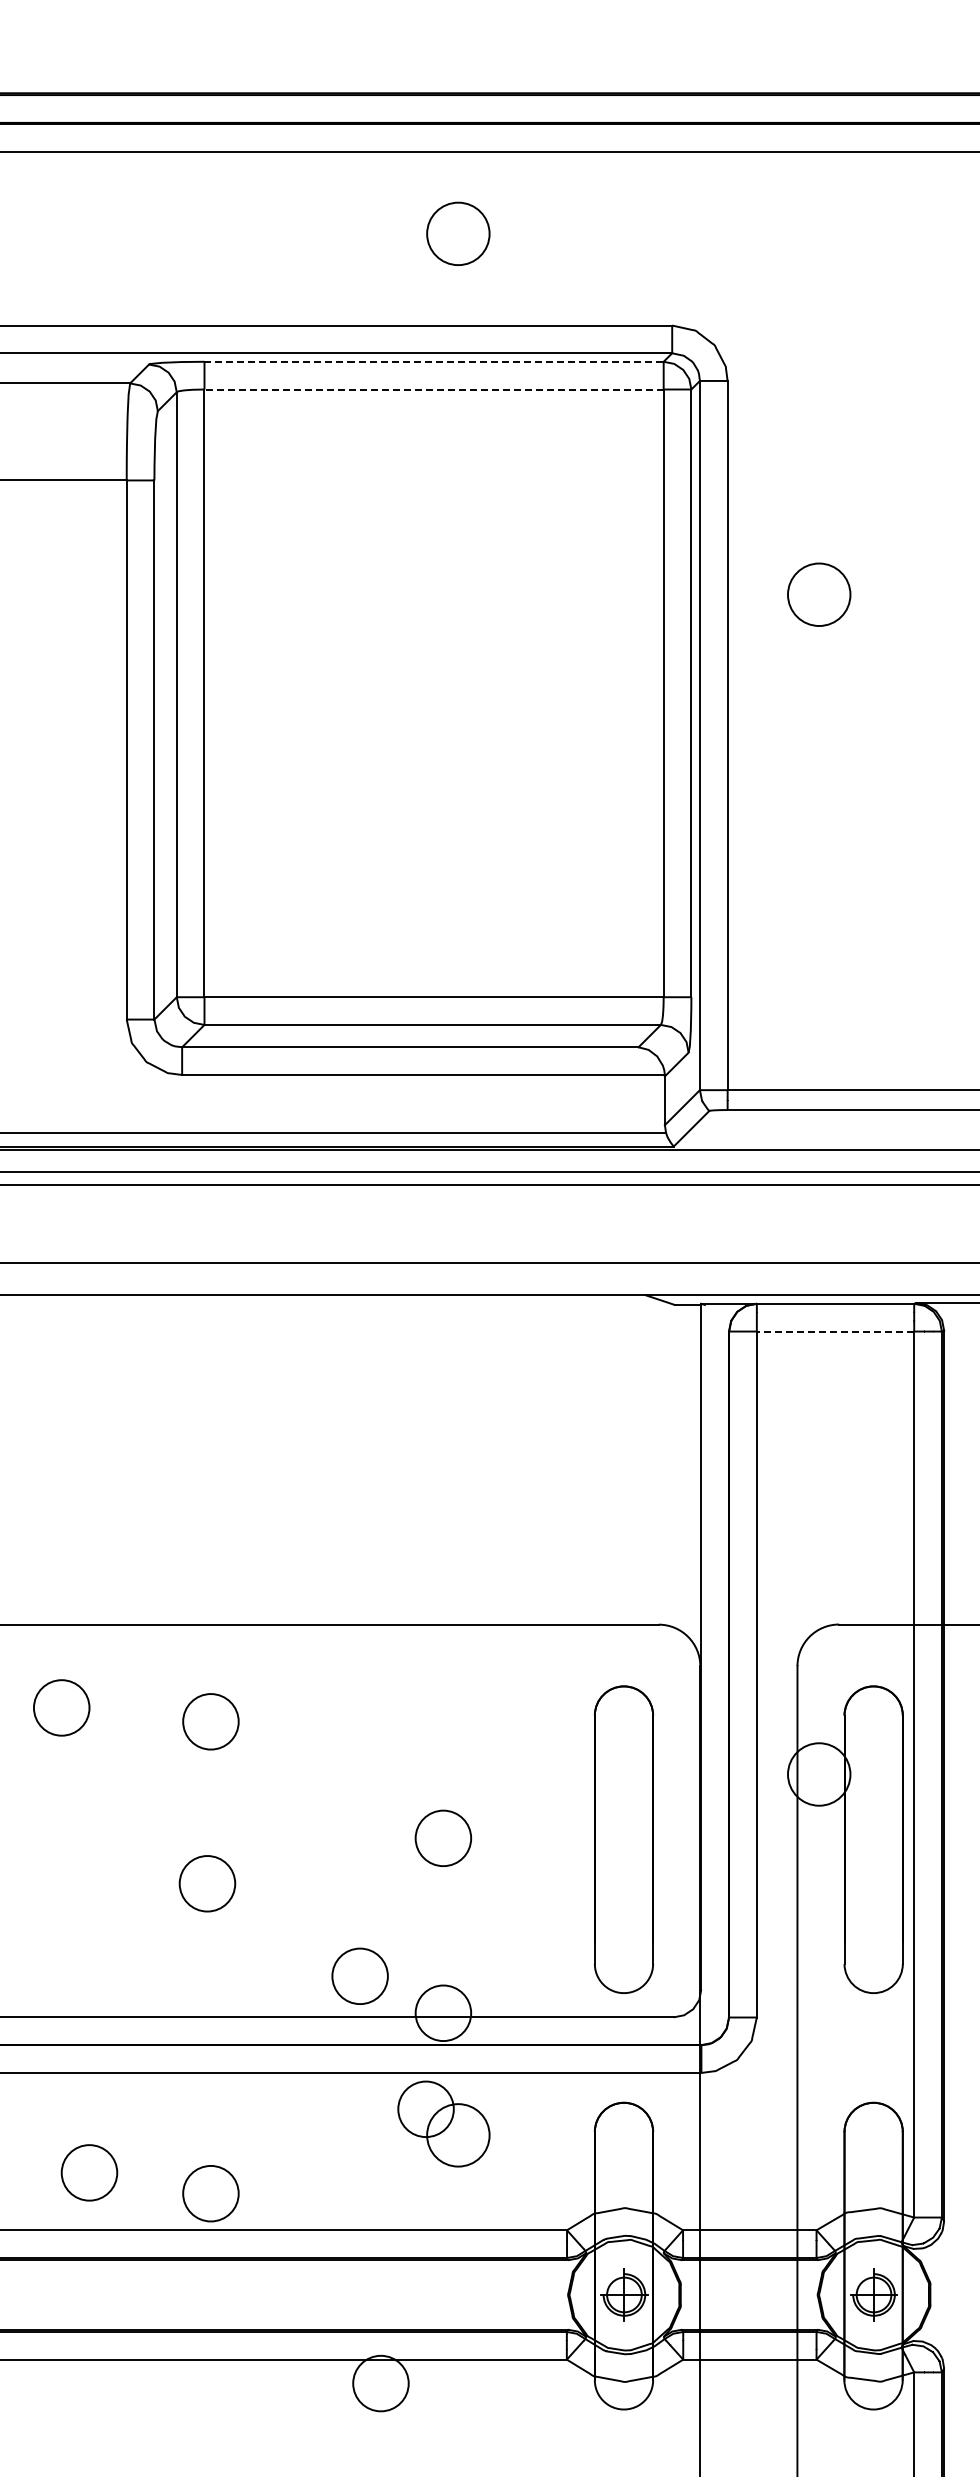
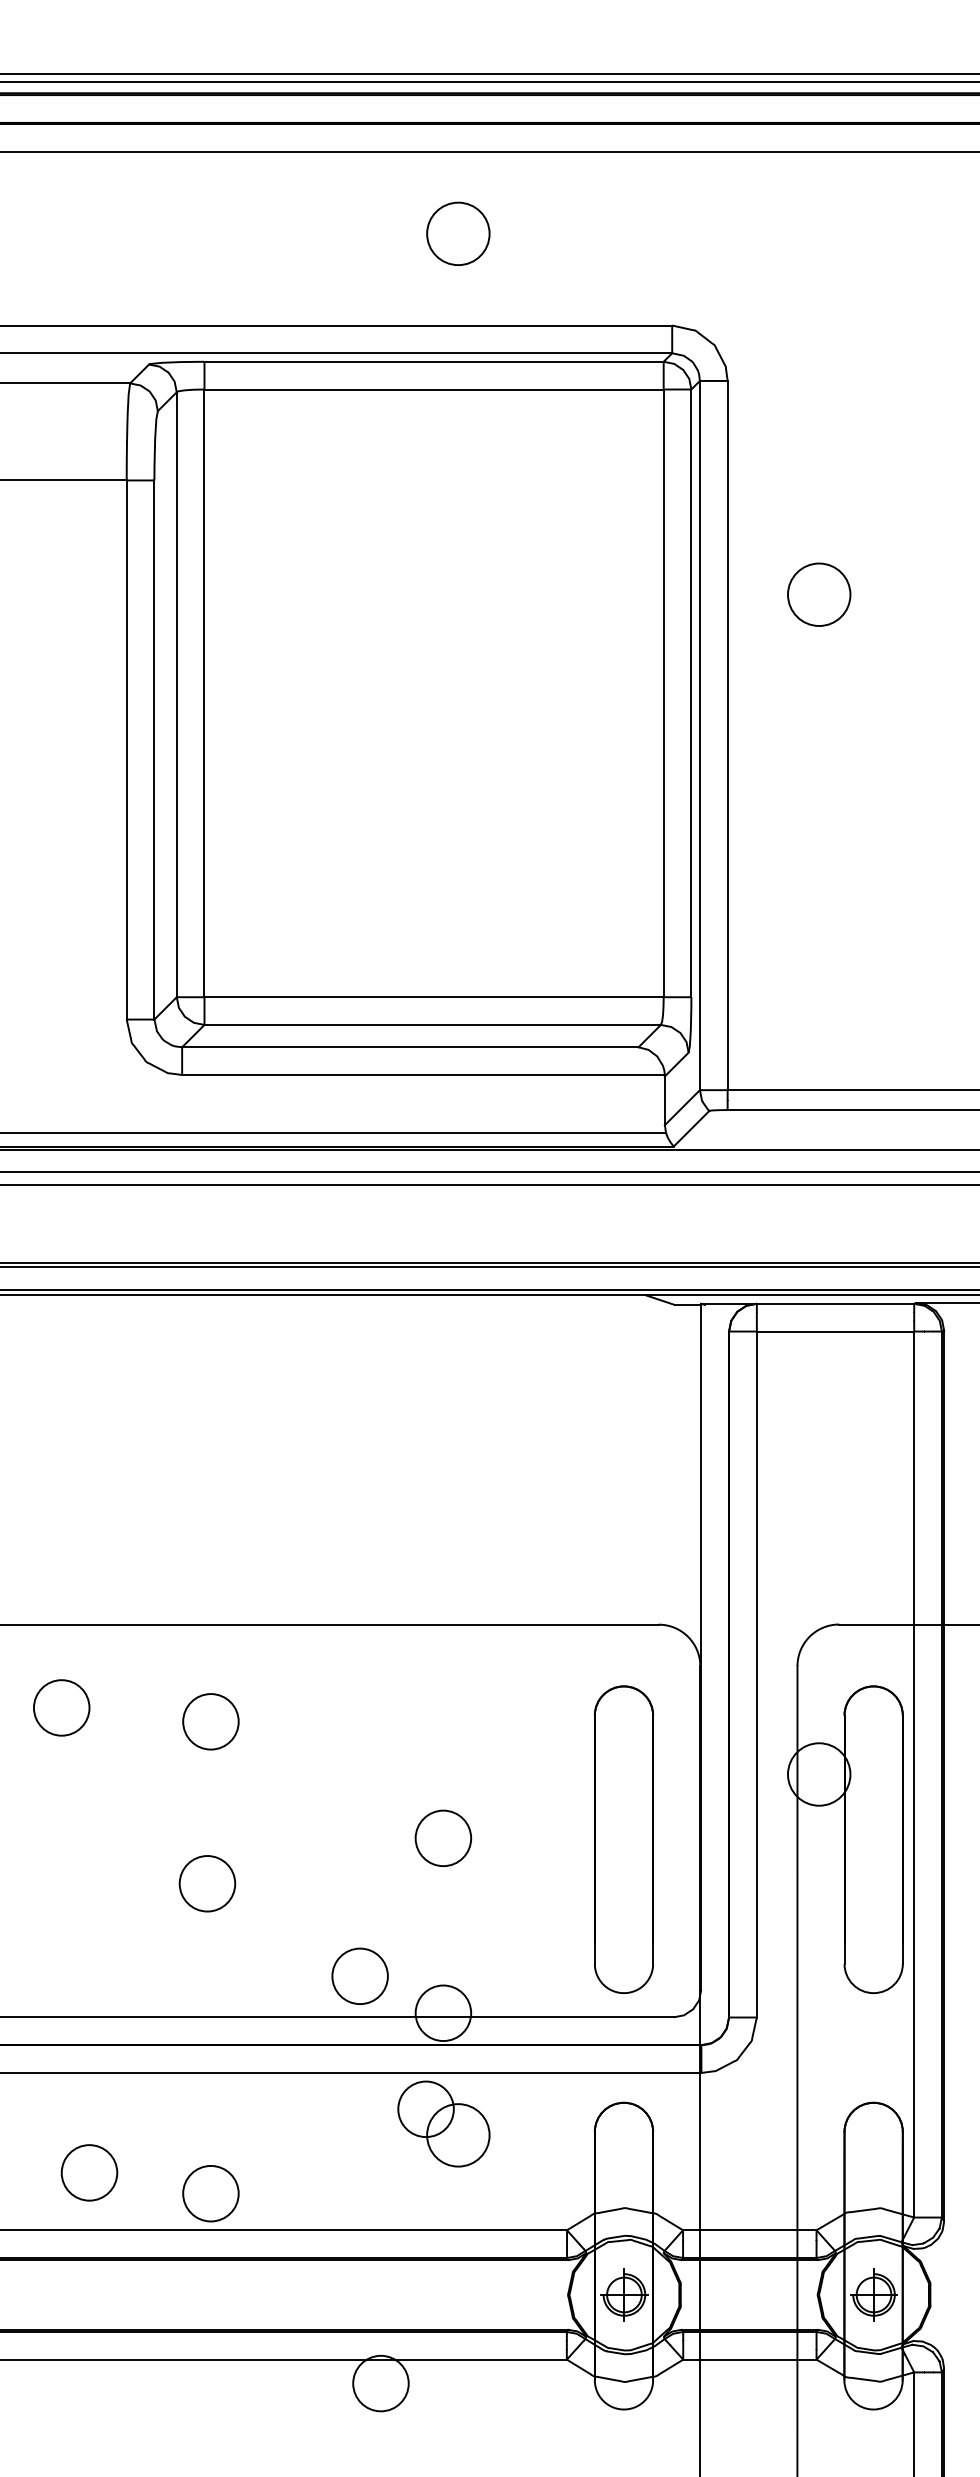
line at (489, 74): none -> present
line at (489, 82): none -> present
line at (434, 361): dashed -> solid
line at (434, 389): dashed -> solid
line at (489, 1266): none -> present
line at (489, 1290): none -> present
line at (835, 1331): dashed -> solid
